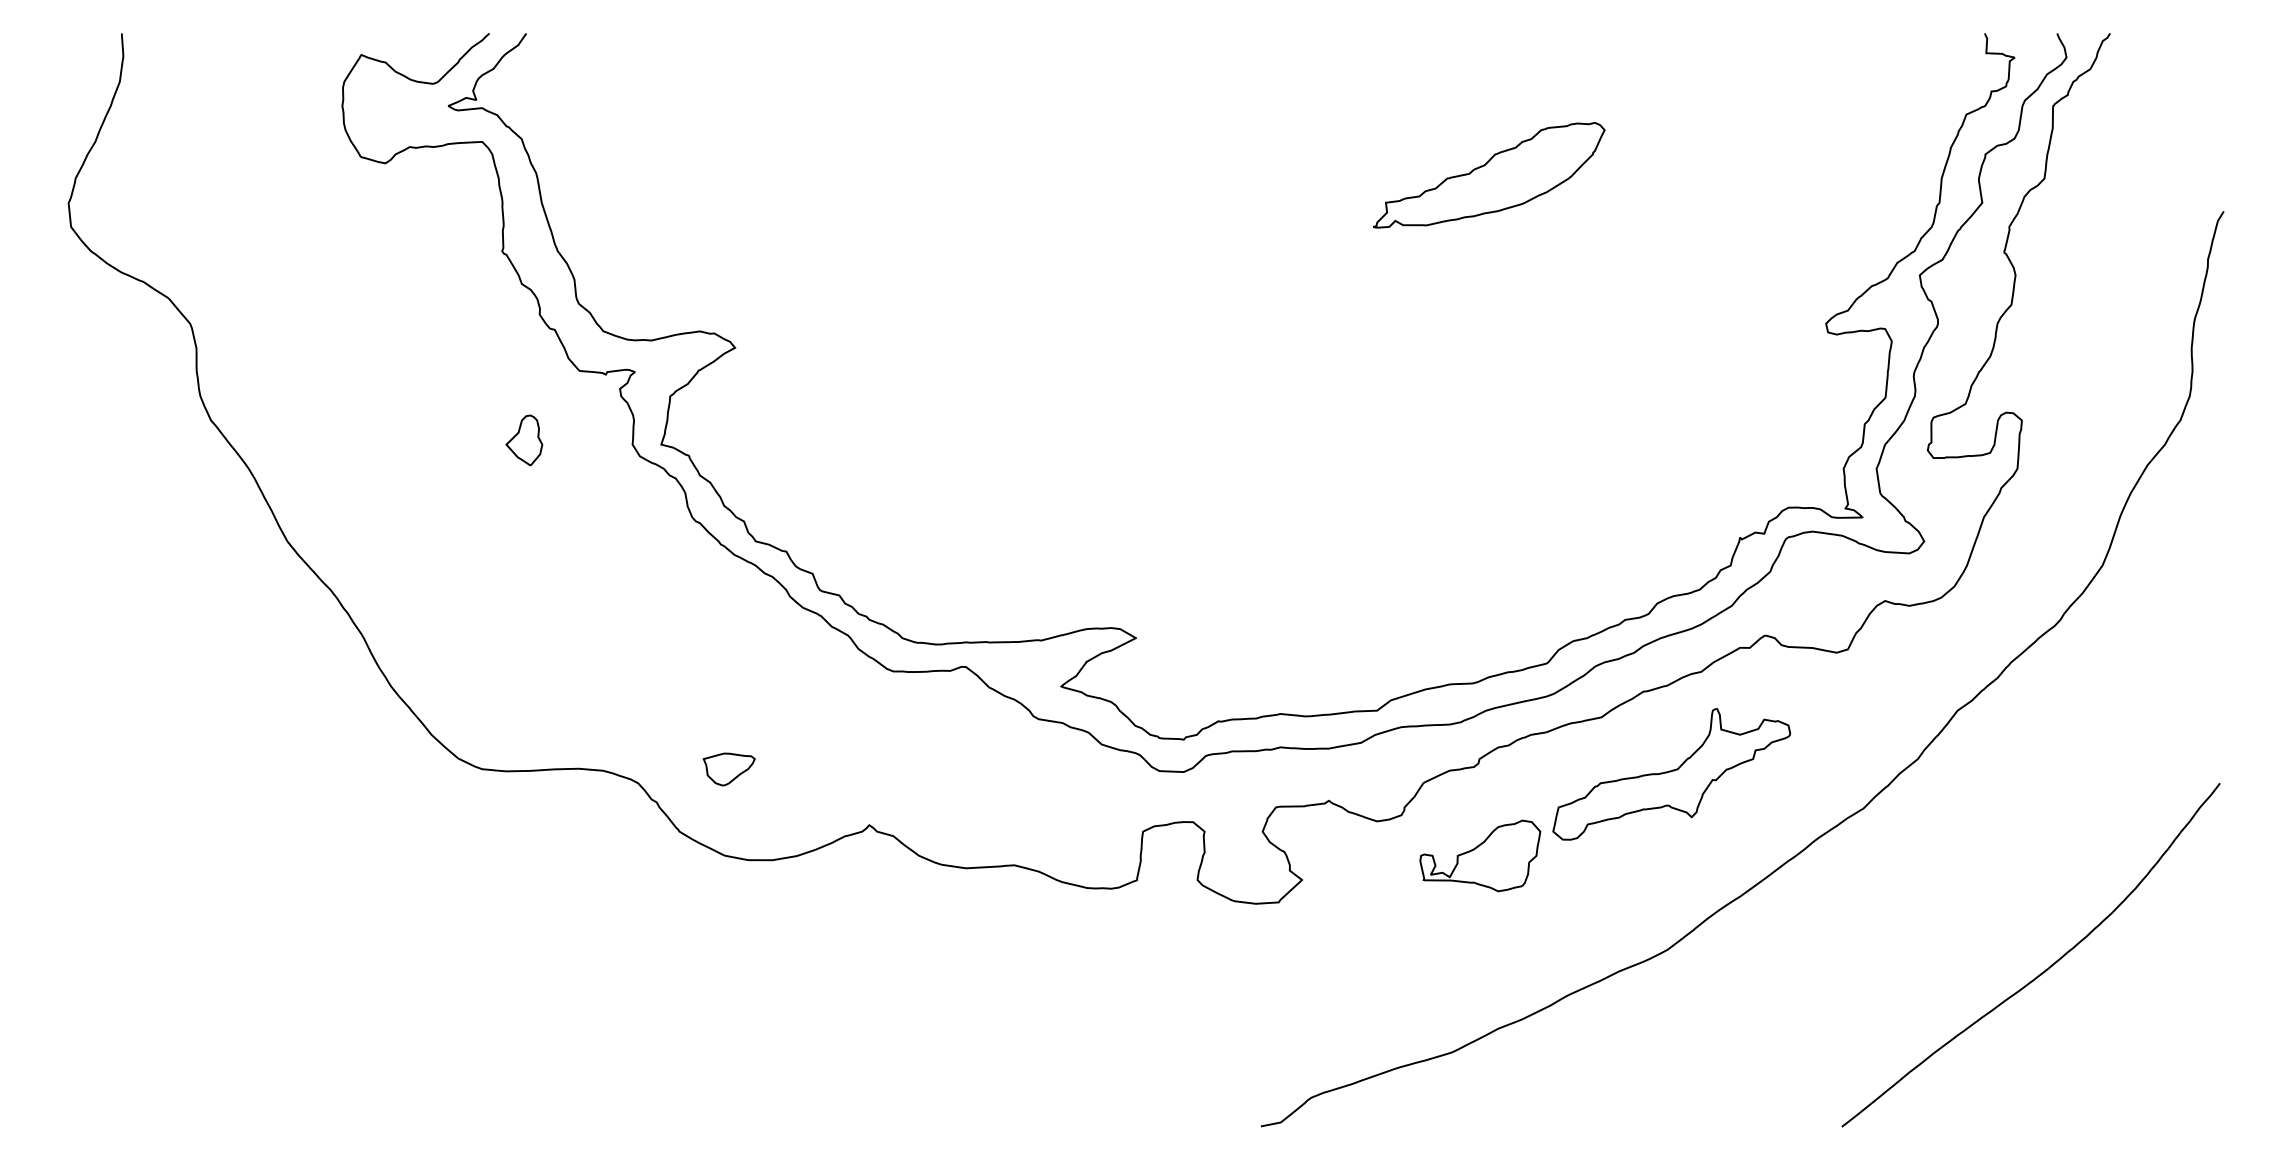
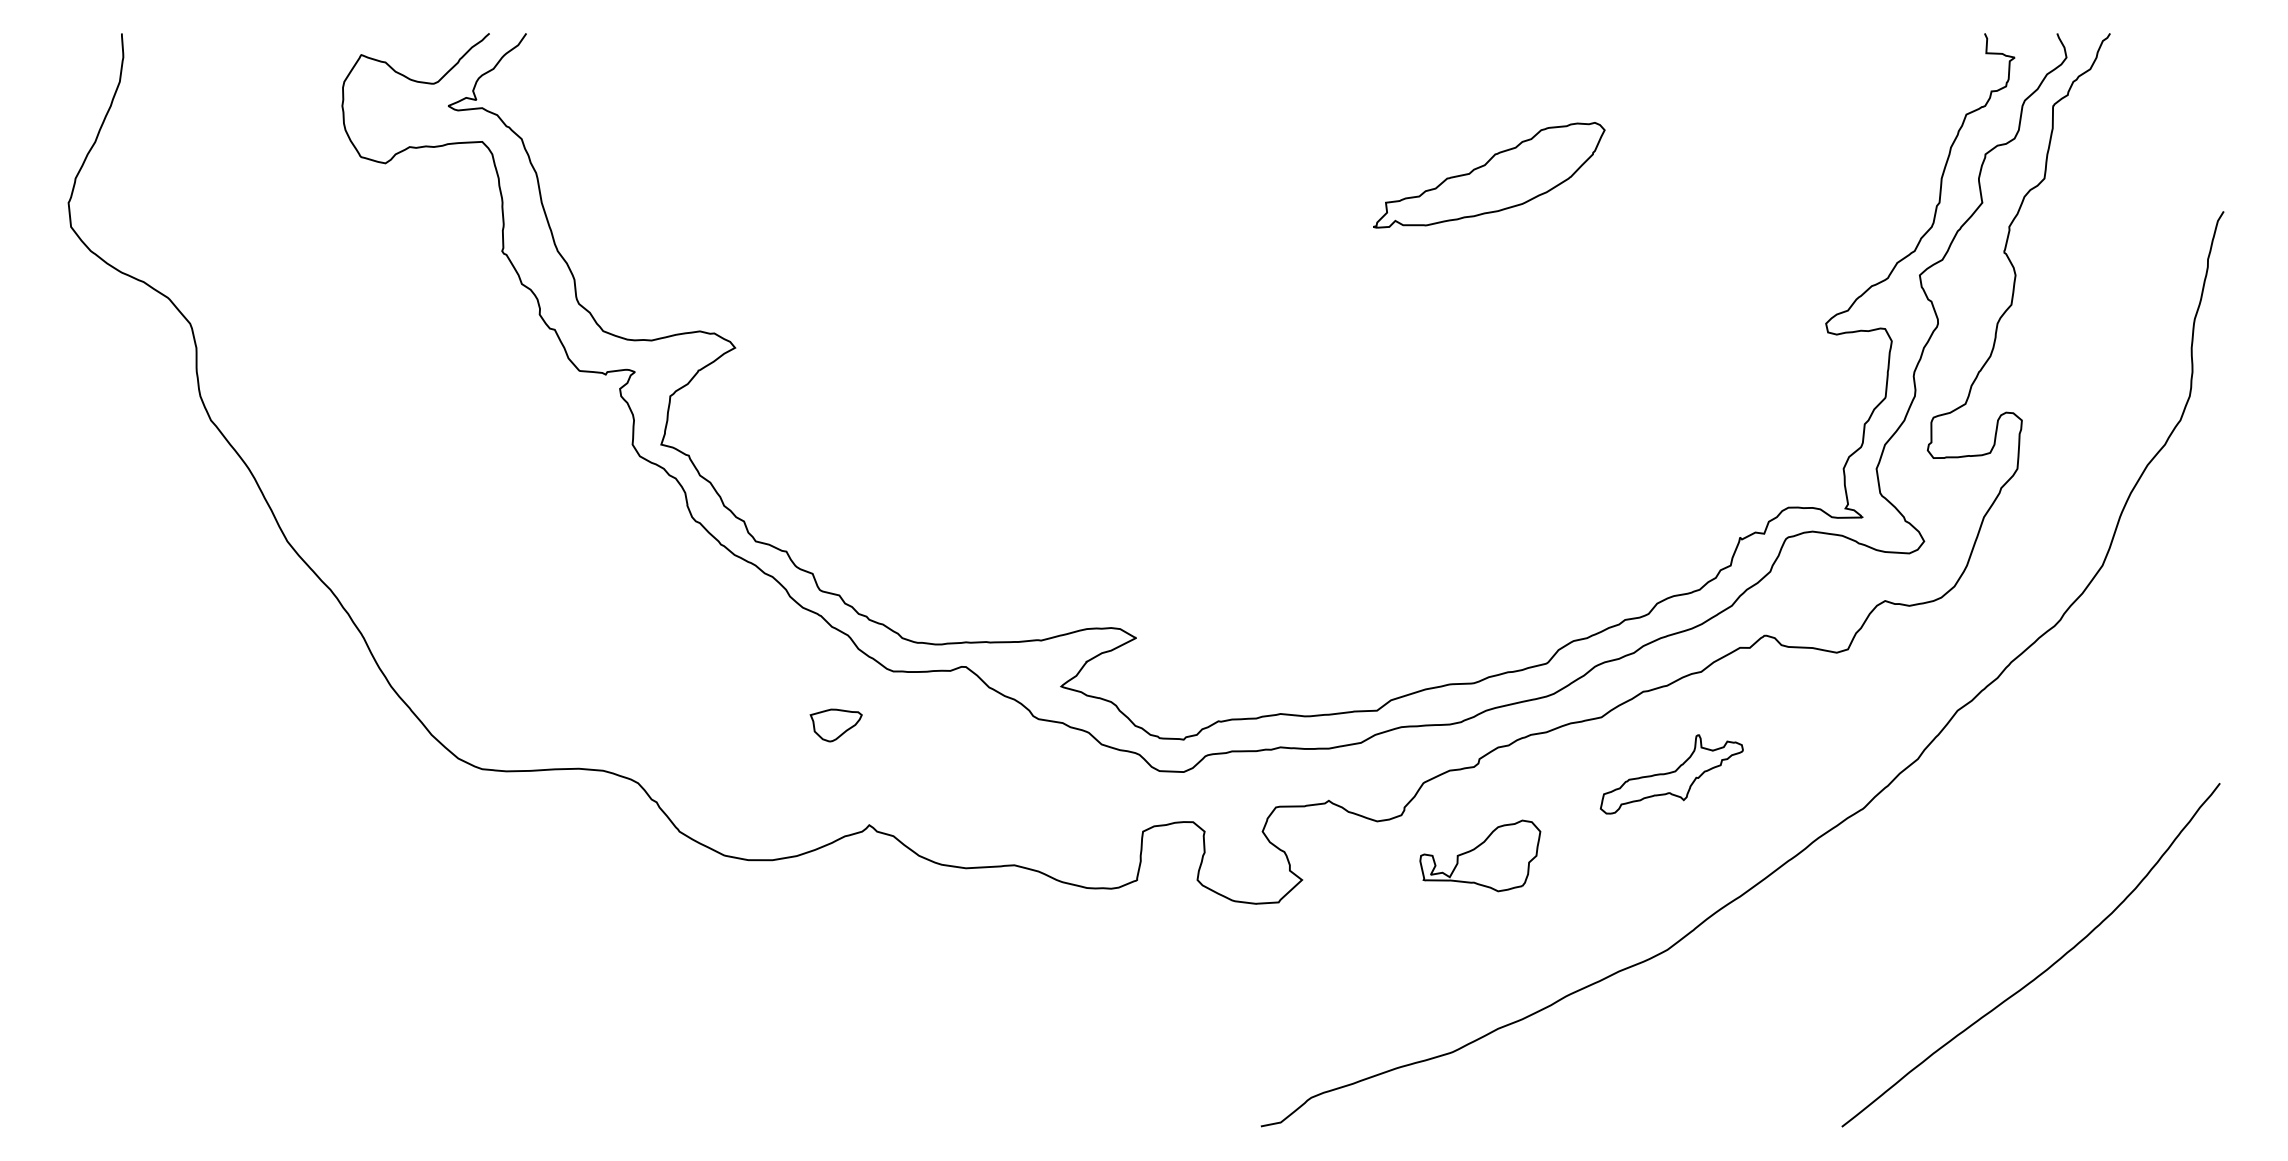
part at (524, 439): present -> none
part at (728, 769) position: (728, 769) -> (835, 725)
part at (1671, 774) size: 240x133 px -> 145x81 px
